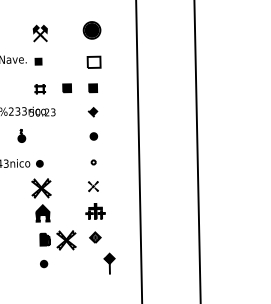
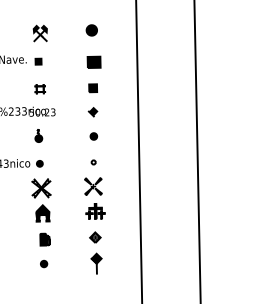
part at (91, 30) size: 20x19 px -> 13x13 px
fill at (93, 62): none -> present
part at (66, 88): present -> none
part at (21, 135) position: (21, 135) -> (38, 135)
part at (93, 186) size: 11x12 px -> 19x19 px
part at (66, 240): present -> none
part at (109, 263) position: (109, 263) -> (96, 263)
